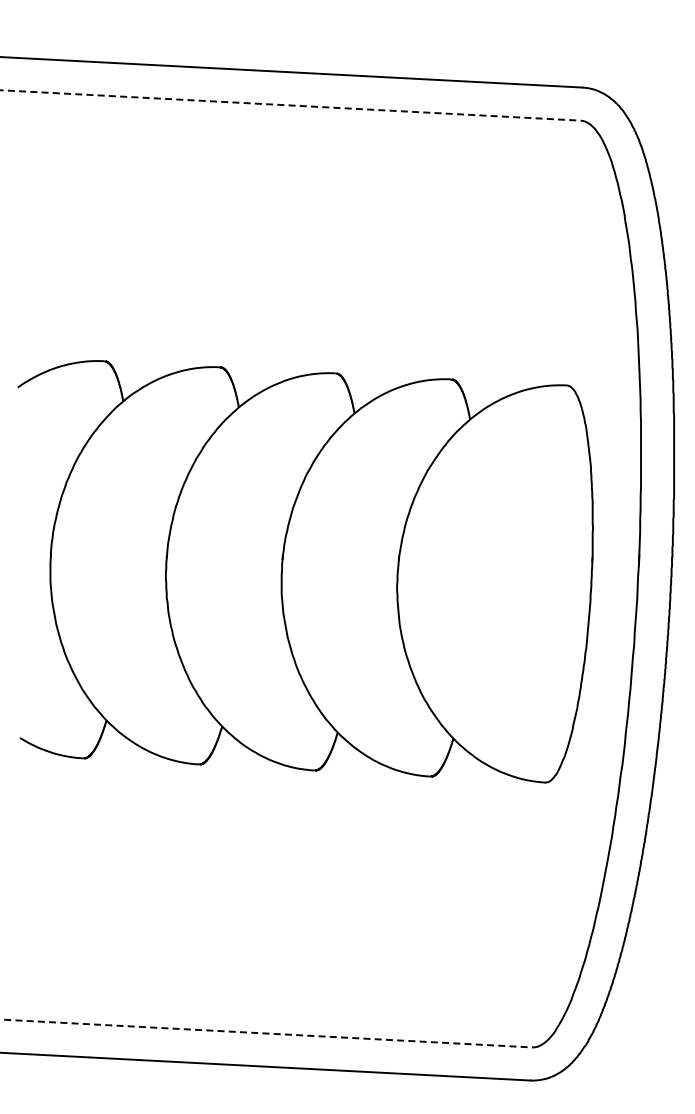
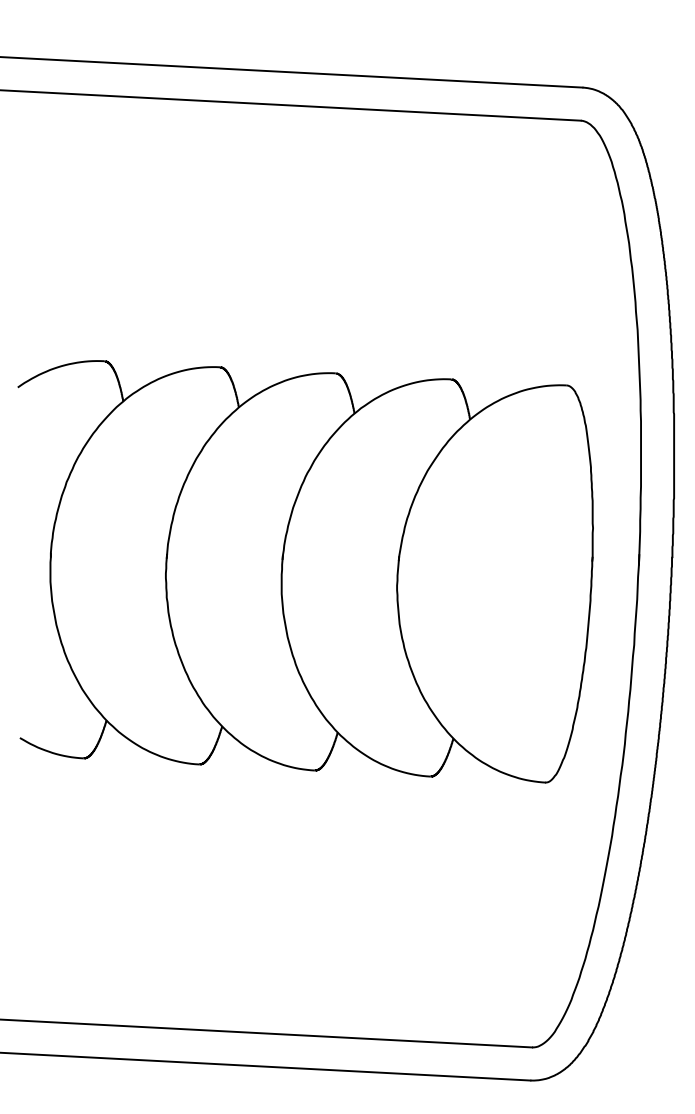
line at (291, 105): dashed -> solid
line at (266, 1033): dashed -> solid
